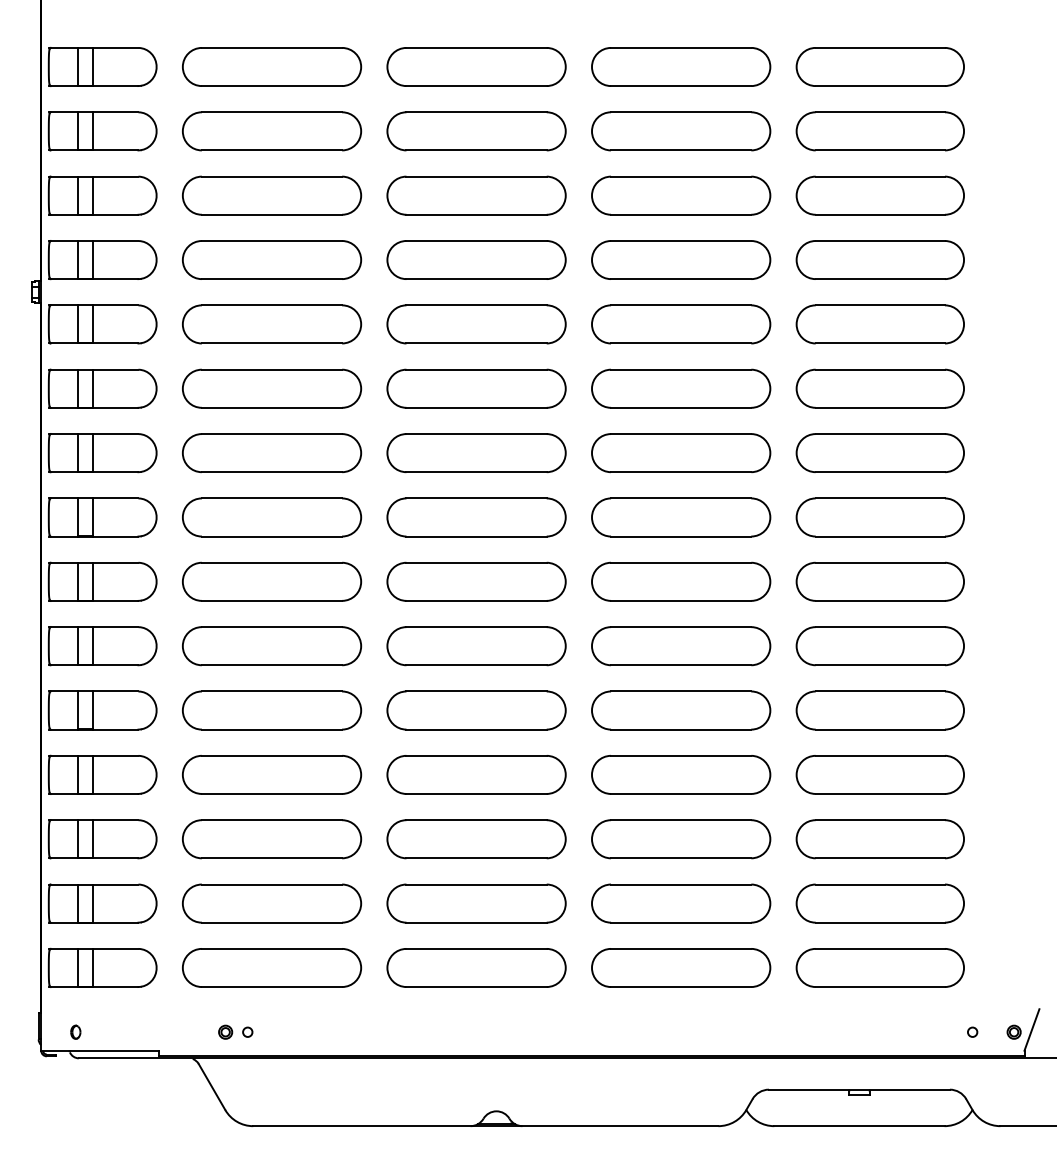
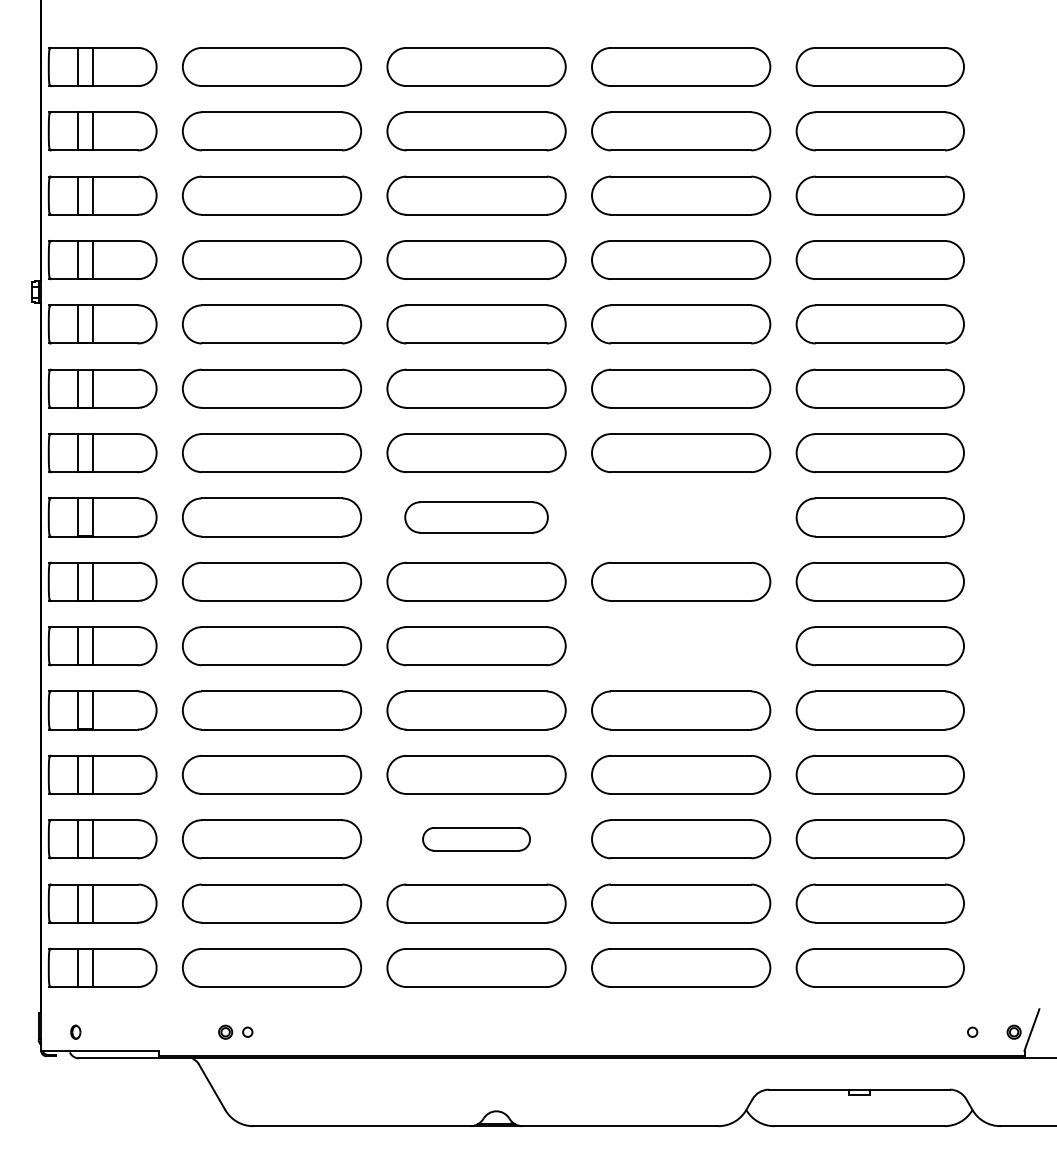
part at (476, 517) size: 181x41 px -> 145x33 px
part at (681, 517): present -> none
part at (681, 646): present -> none
part at (476, 839) size: 181x41 px -> 109x25 px
